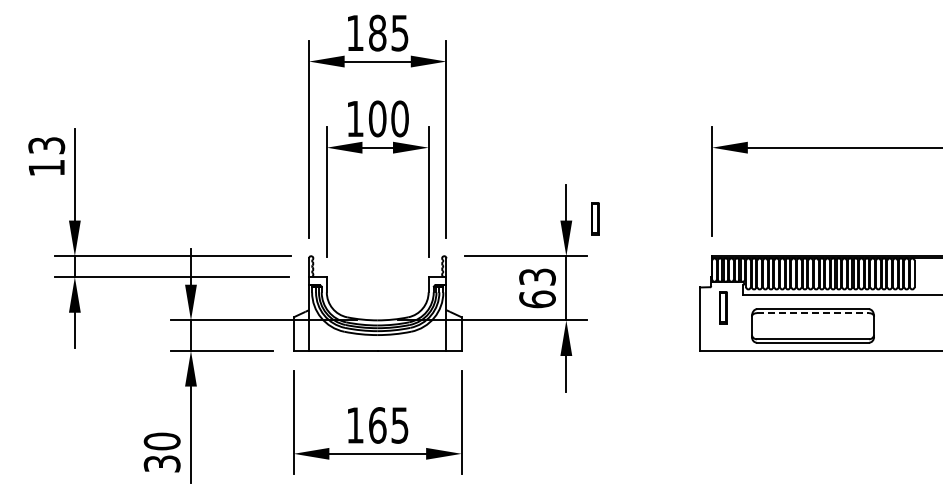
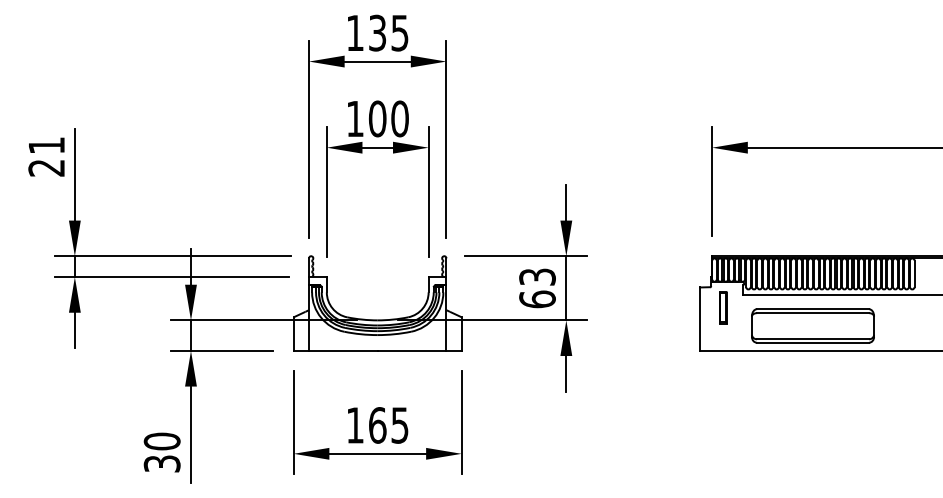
text at (377, 32): 185 -> 135
text at (46, 156): 13 -> 21
part at (595, 218): present -> none
line at (813, 313): dashed -> solid
